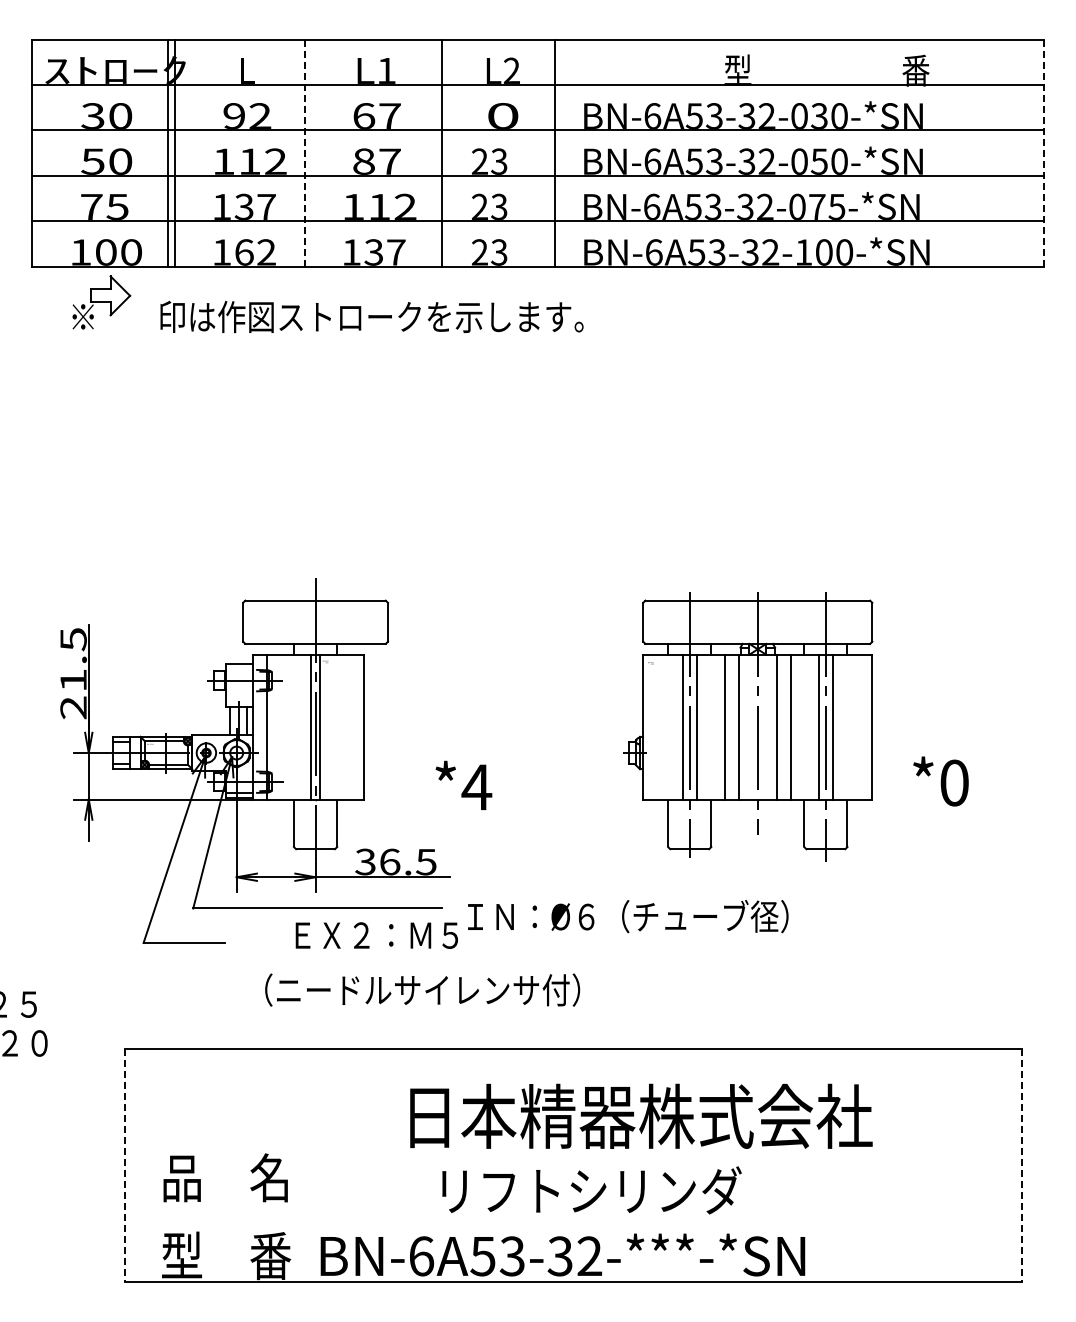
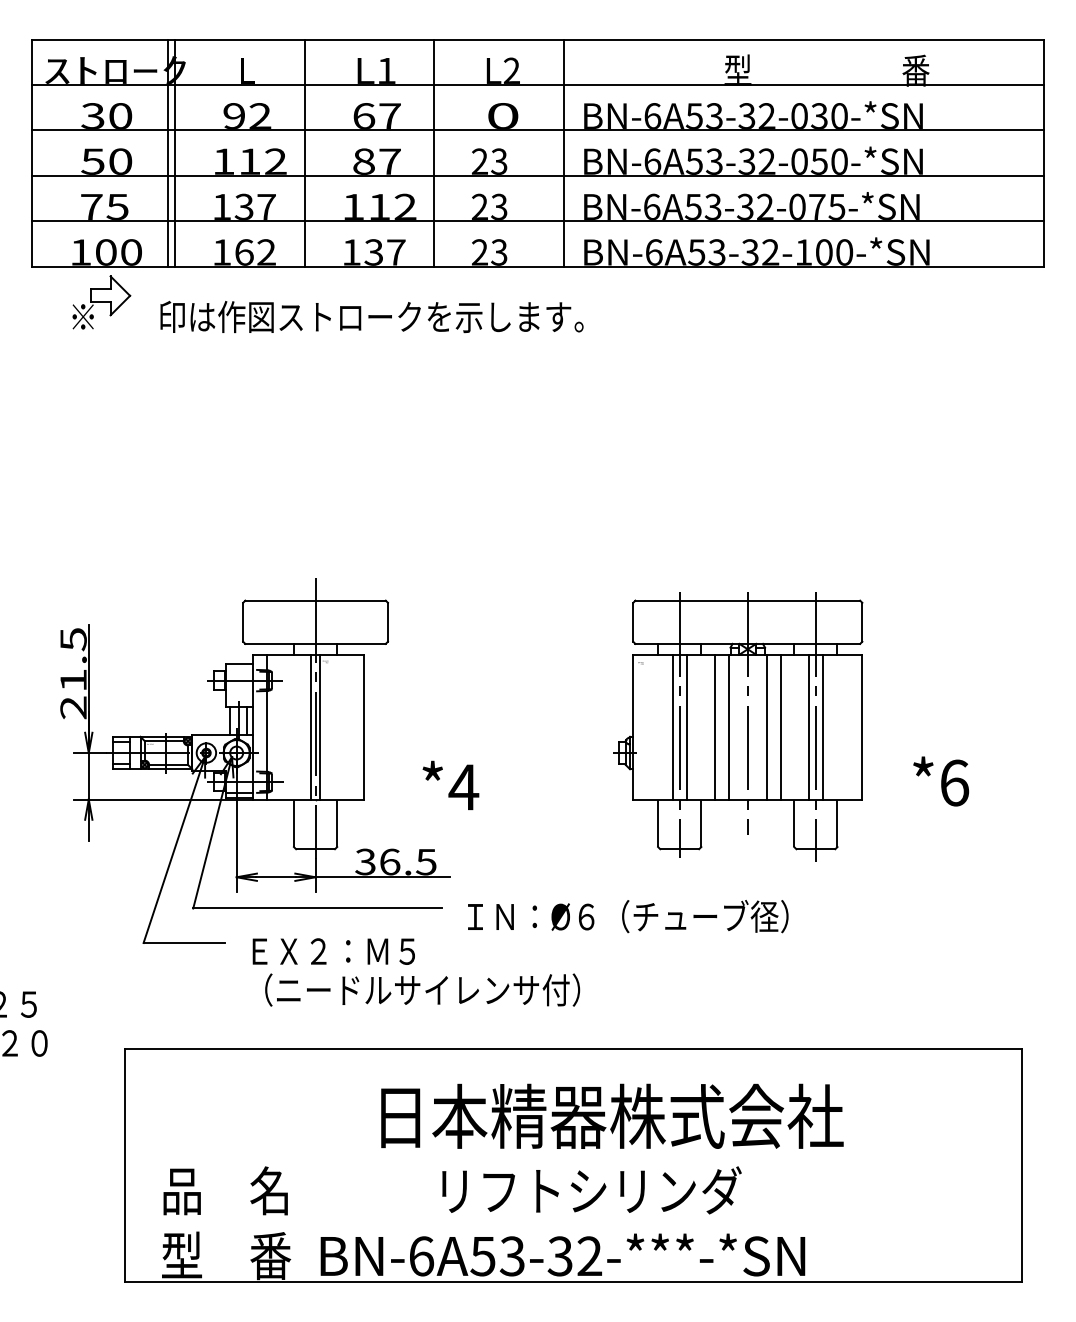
line at (442, 152) position: (442, 152) -> (434, 152)
line at (554, 152) position: (554, 152) -> (563, 152)
line at (304, 153): dashed -> solid
line at (1043, 153): dashed -> solid
part at (748, 726) position: (748, 726) -> (738, 726)
text at (954, 782): *0 -> *6
text at (463, 784) position: (463, 784) -> (450, 784)
text at (376, 935) position: (376, 935) -> (333, 951)
text at (641, 1115) position: (641, 1115) -> (612, 1115)
line at (125, 1165): dashed -> solid
line at (1022, 1165): dashed -> solid
text at (225, 1177) position: (225, 1177) -> (225, 1190)
